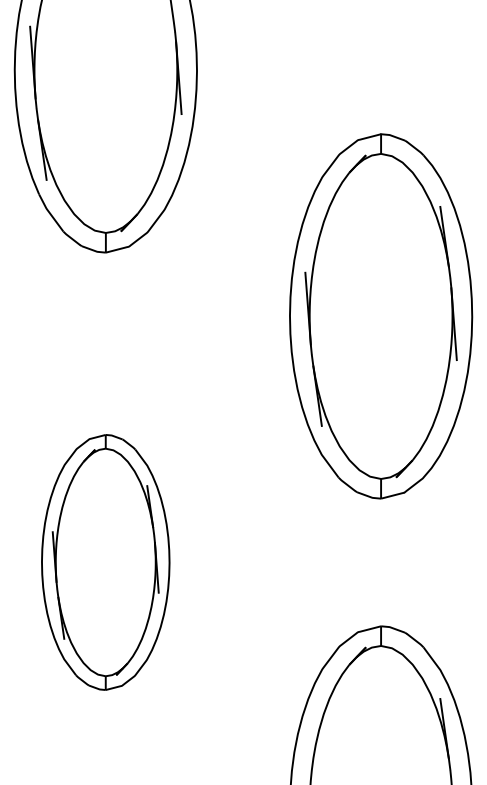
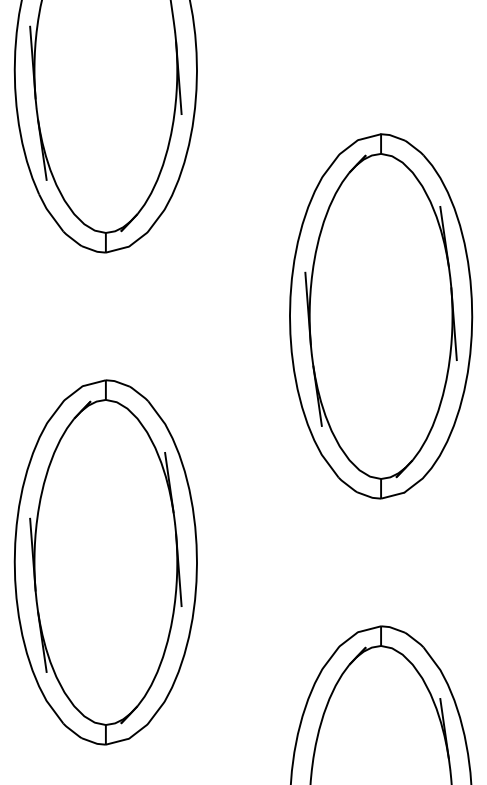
part at (105, 562) size: 130x257 px -> 185x367 px
